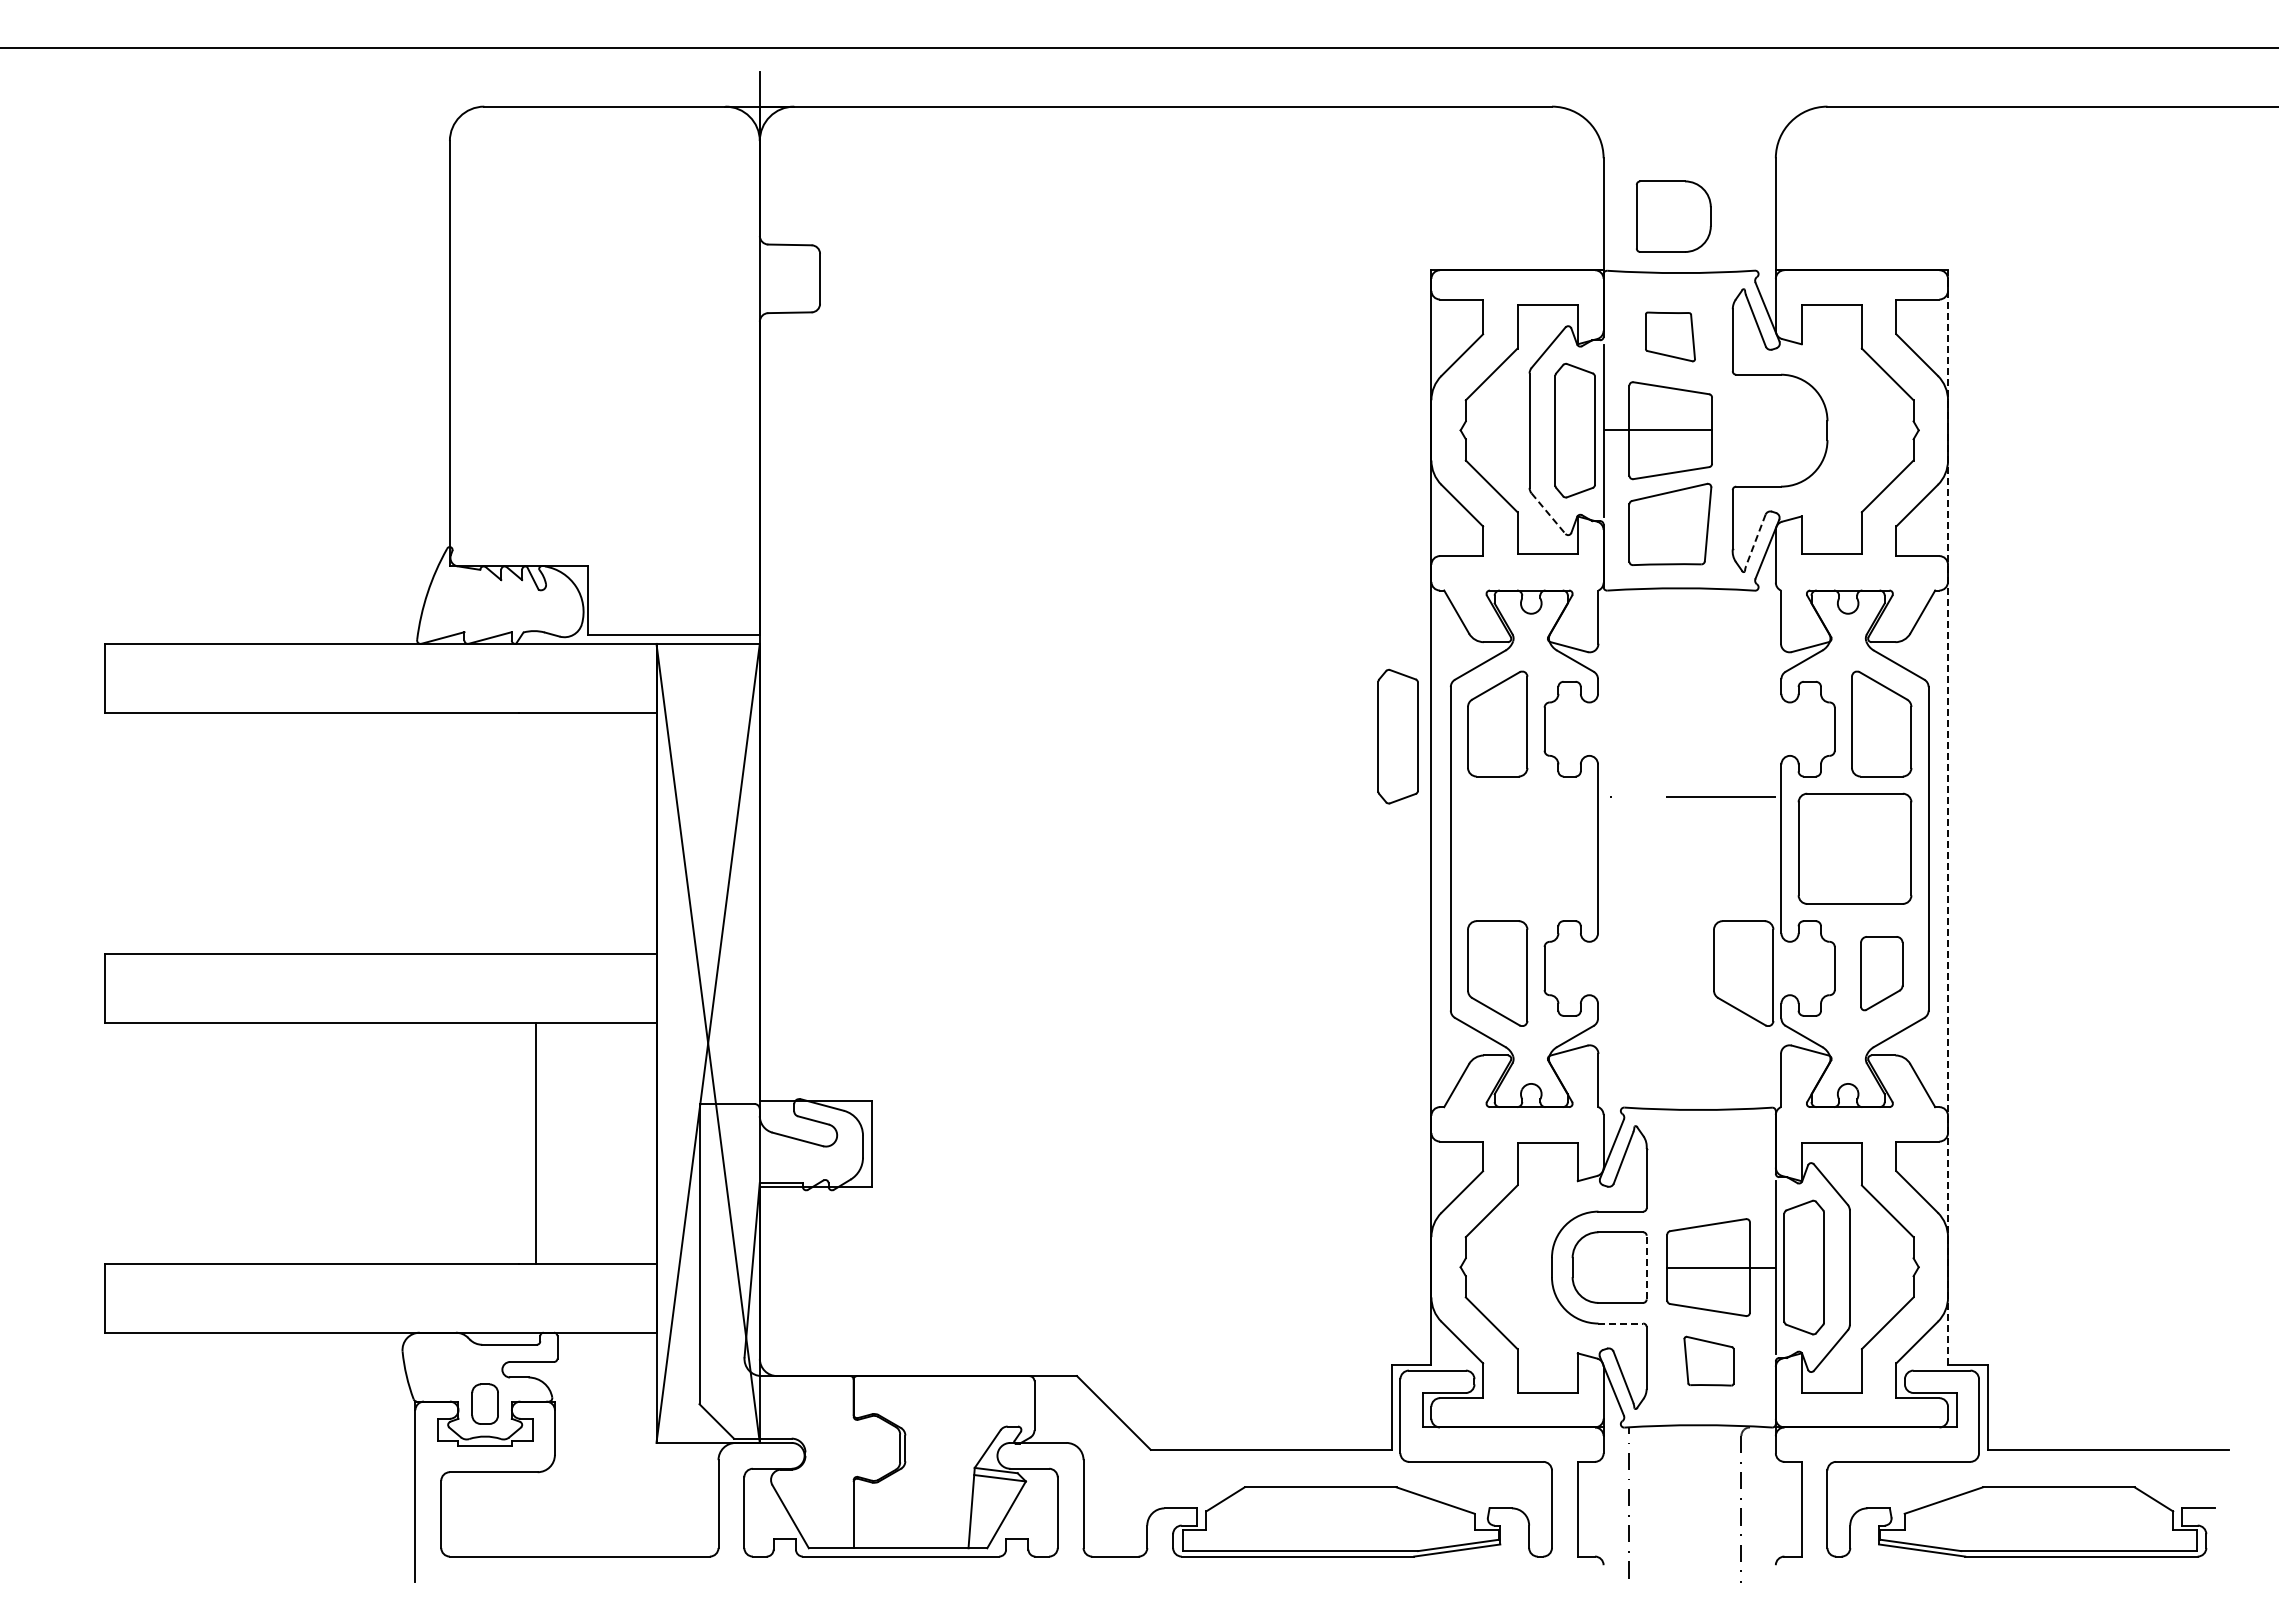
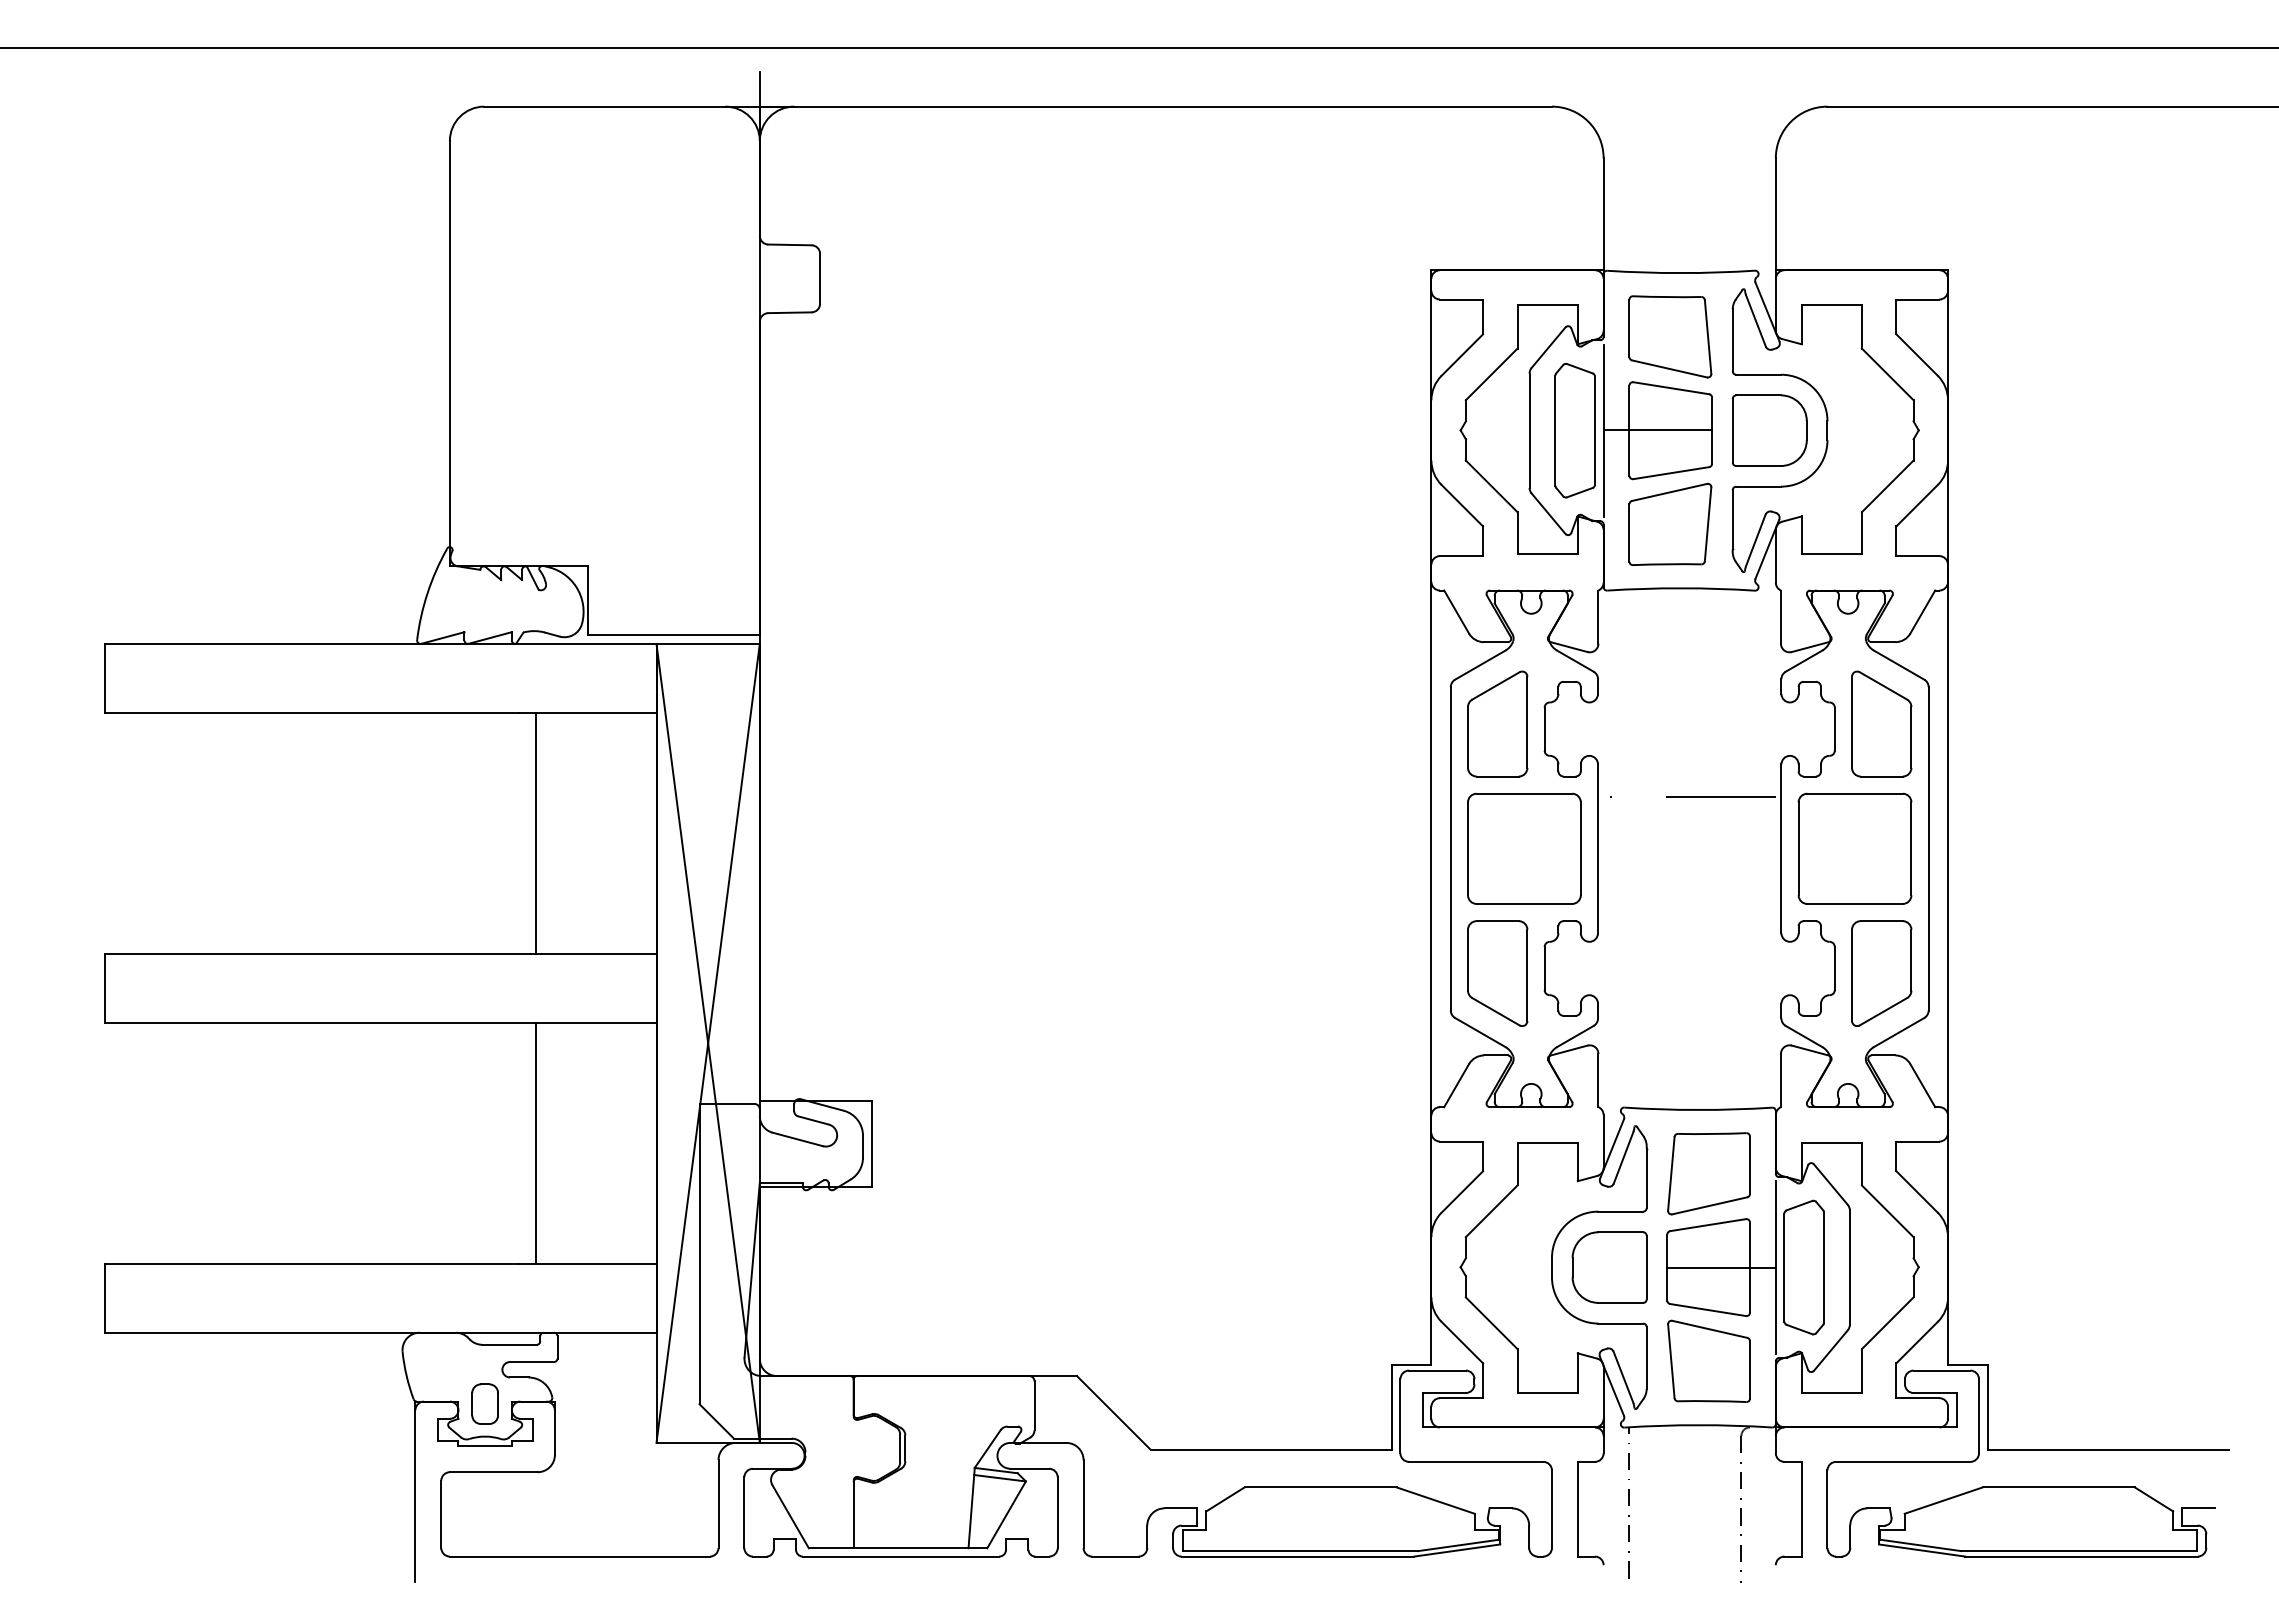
part at (1673, 216) position: (1673, 216) -> (1769, 430)
part at (1670, 336) size: 51x52 px -> 85x84 px
line at (1548, 514): dashed -> solid
line at (1755, 540): dashed -> solid
part at (1397, 736): present -> none
line at (1948, 817): dashed -> solid
line at (535, 832): none -> present
part at (1524, 848): none -> present
part at (1743, 973): present -> none
part at (1881, 973) size: 44x76 px -> 62x107 px
part at (1708, 1173): none -> present
line at (1646, 1267): dashed -> solid
line at (1621, 1323): dashed -> solid
part at (1708, 1360) size: 52x52 px -> 84x84 px
